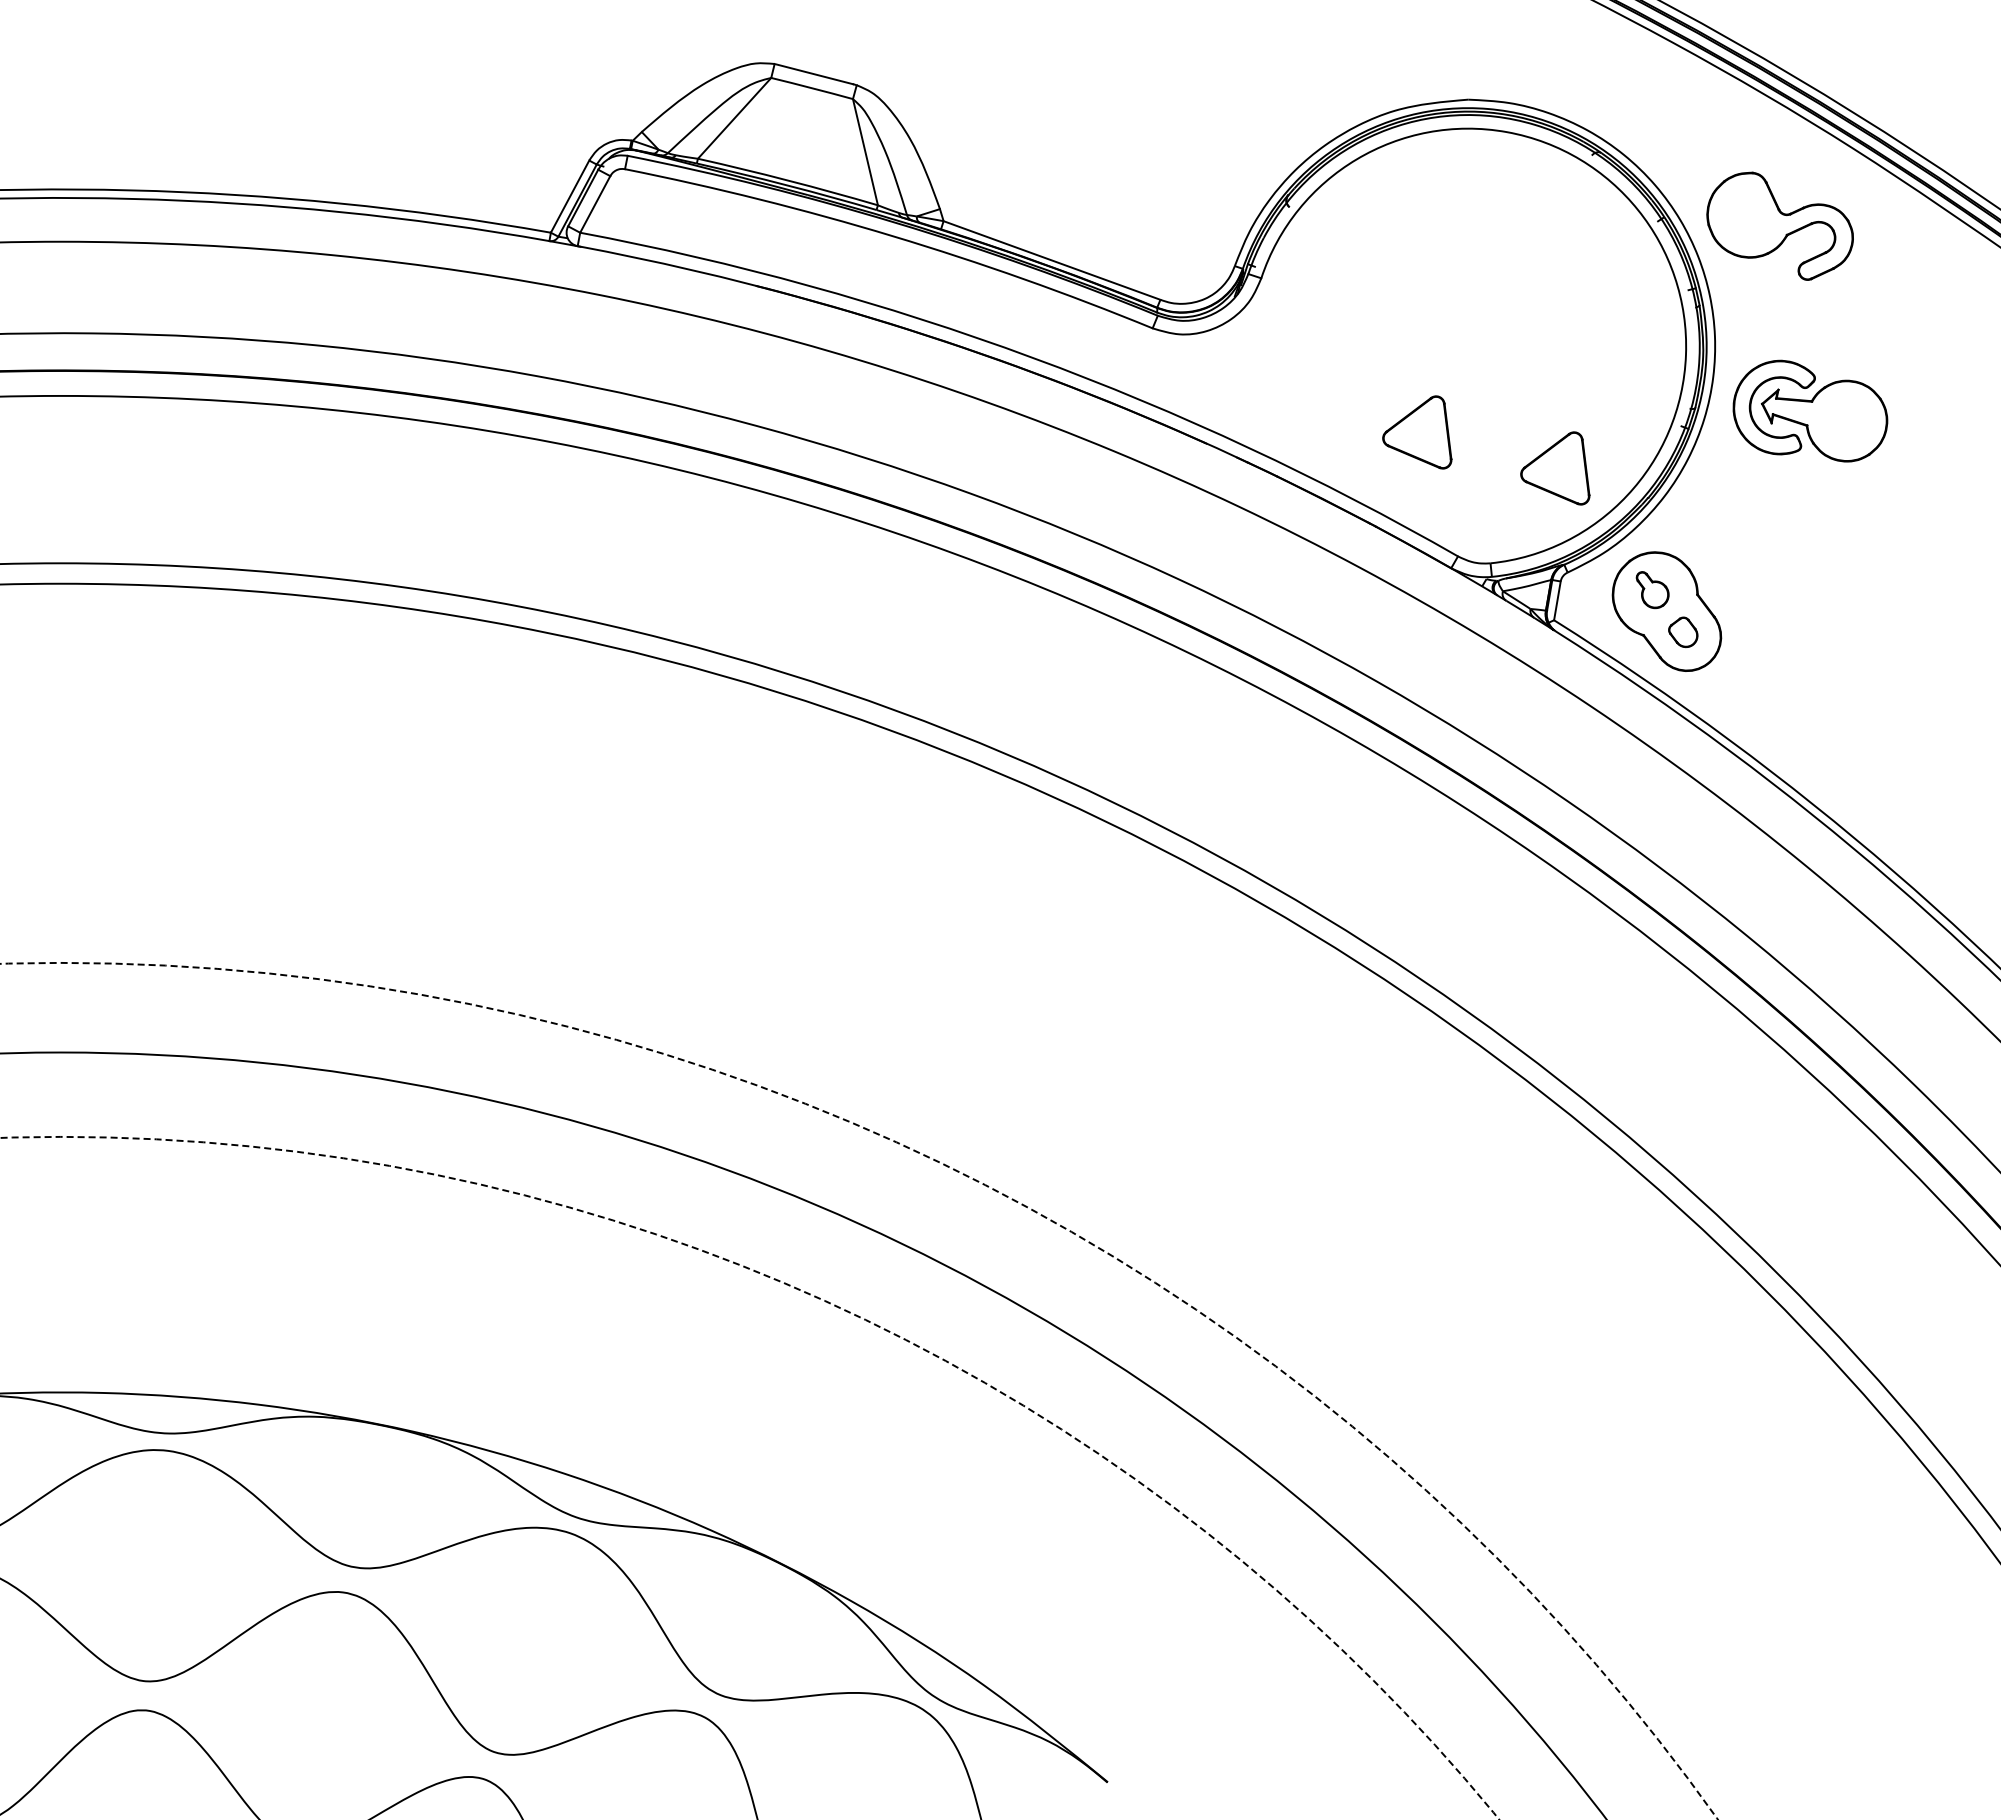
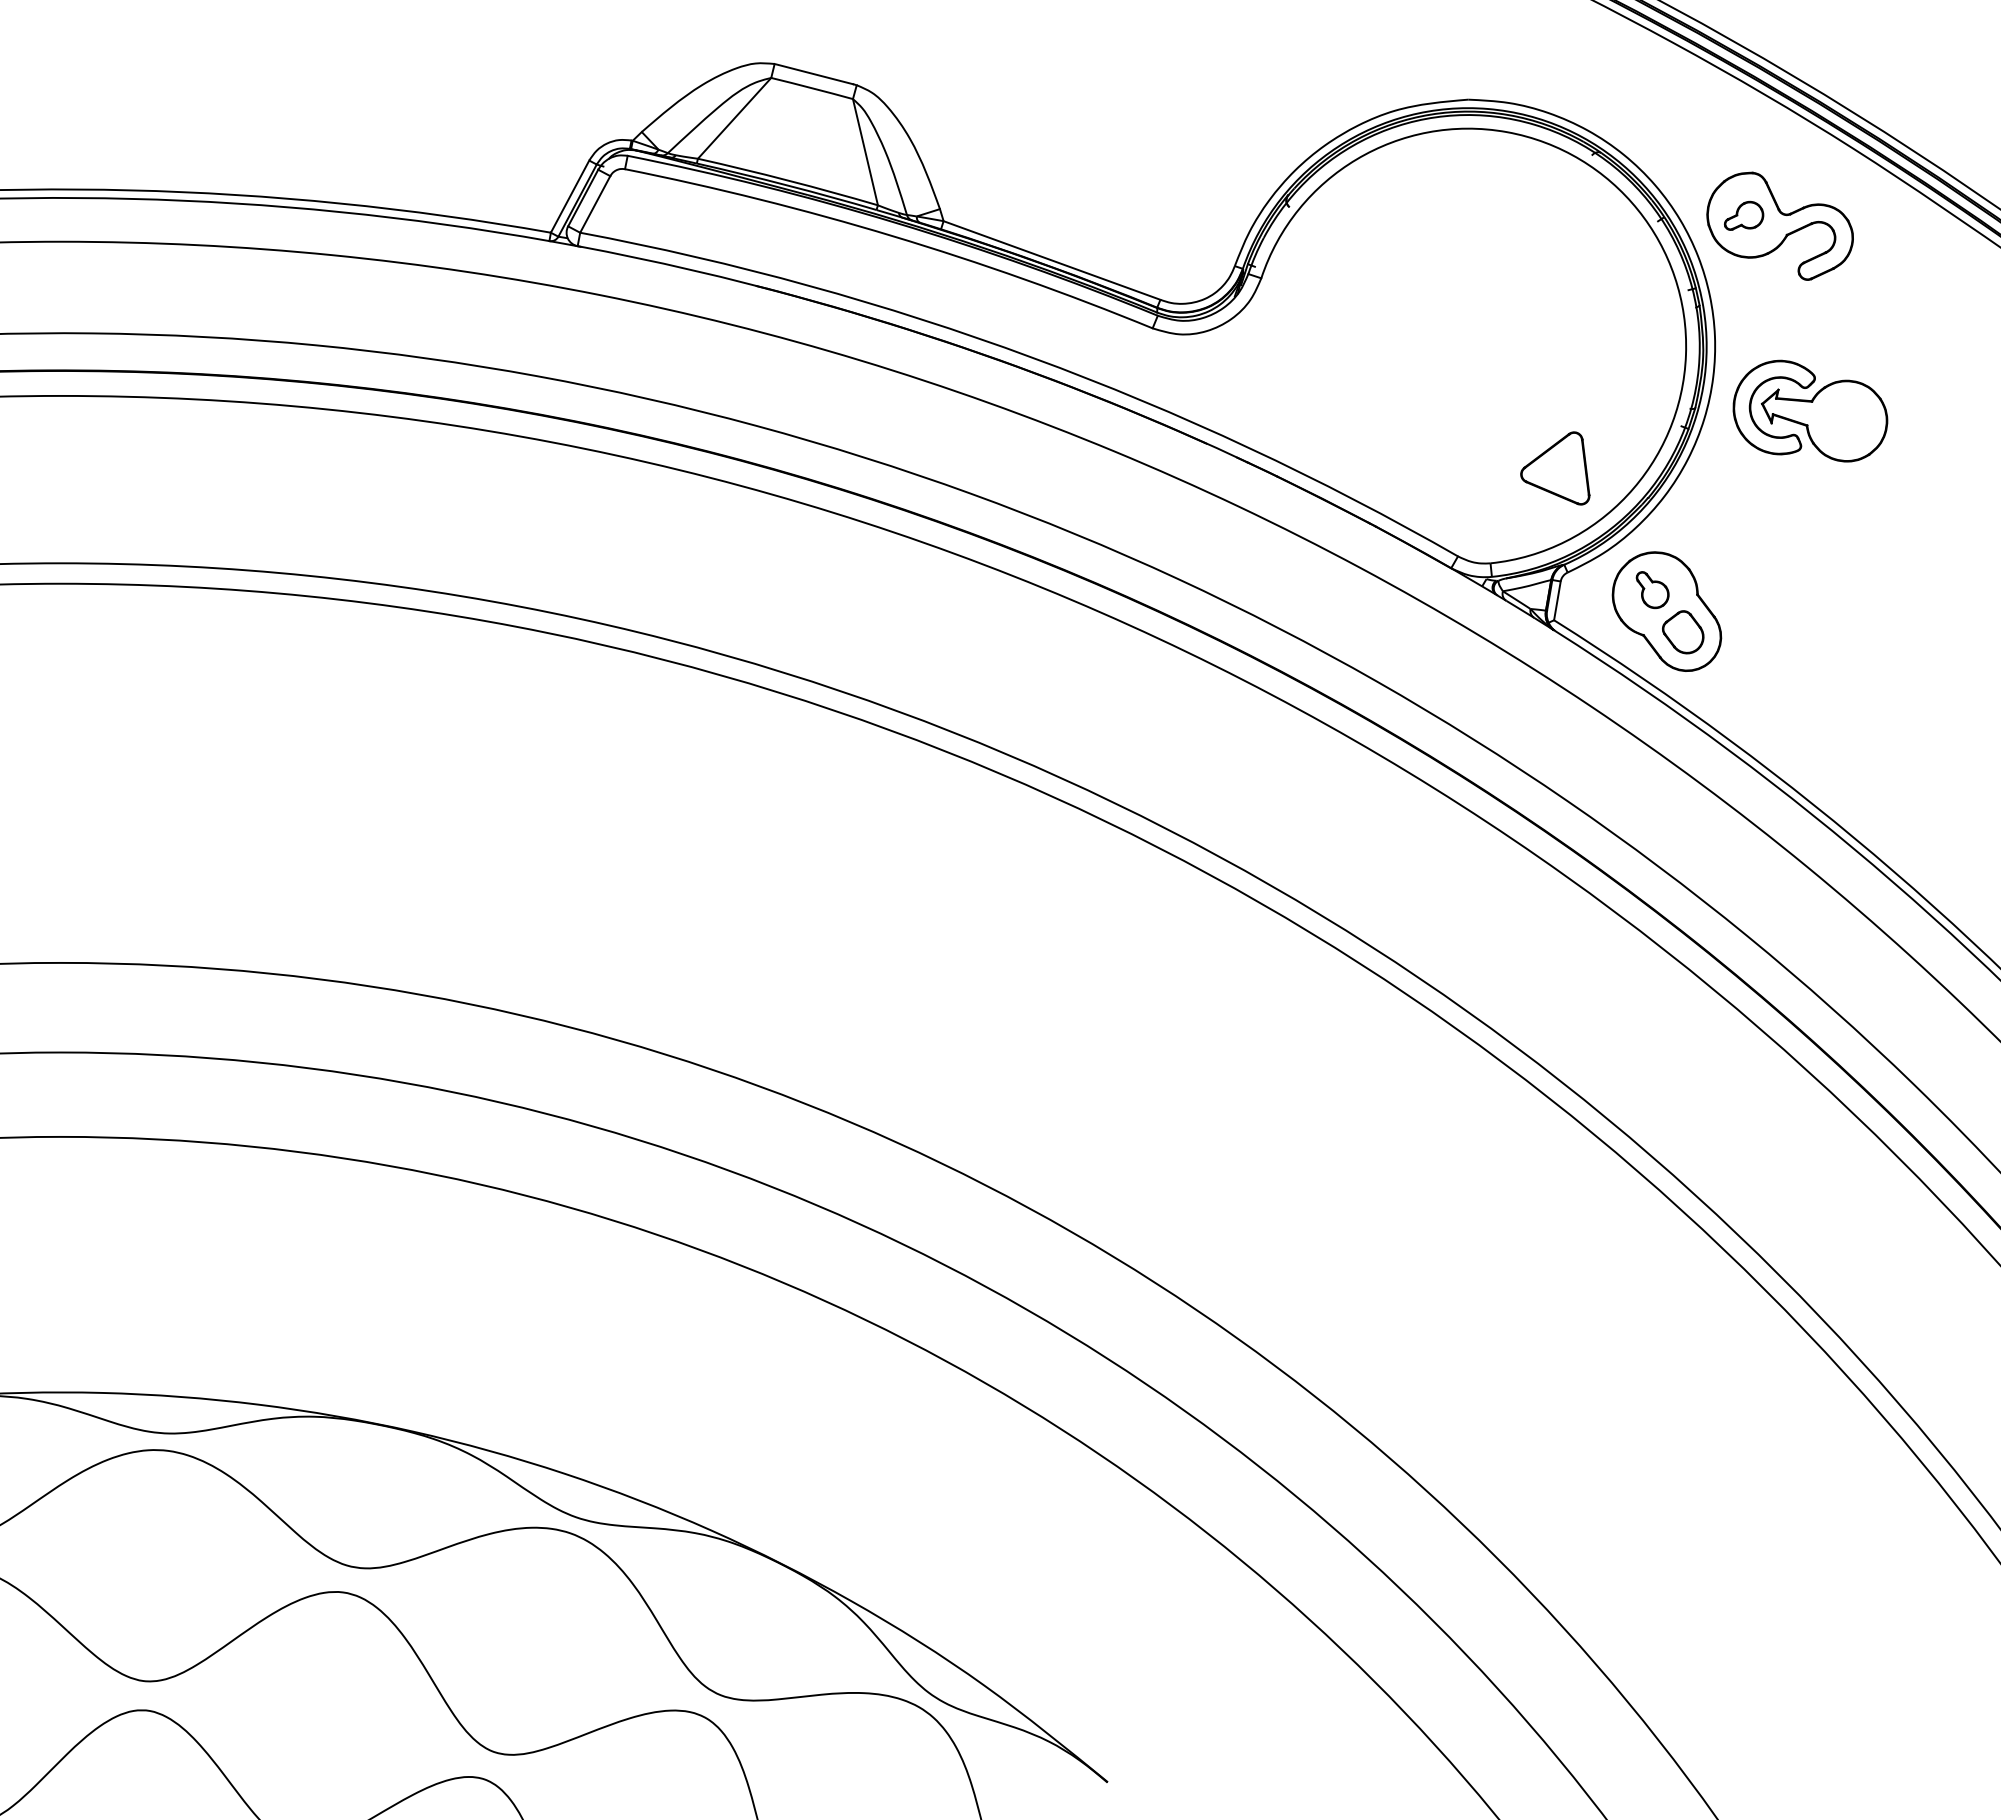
part at (1744, 215): none -> present
part at (1417, 432): present -> none
part at (1683, 632) size: 31x33 px -> 43x45 px
circle at (858, 1390): dashed -> solid
circle at (749, 1477): dashed -> solid
